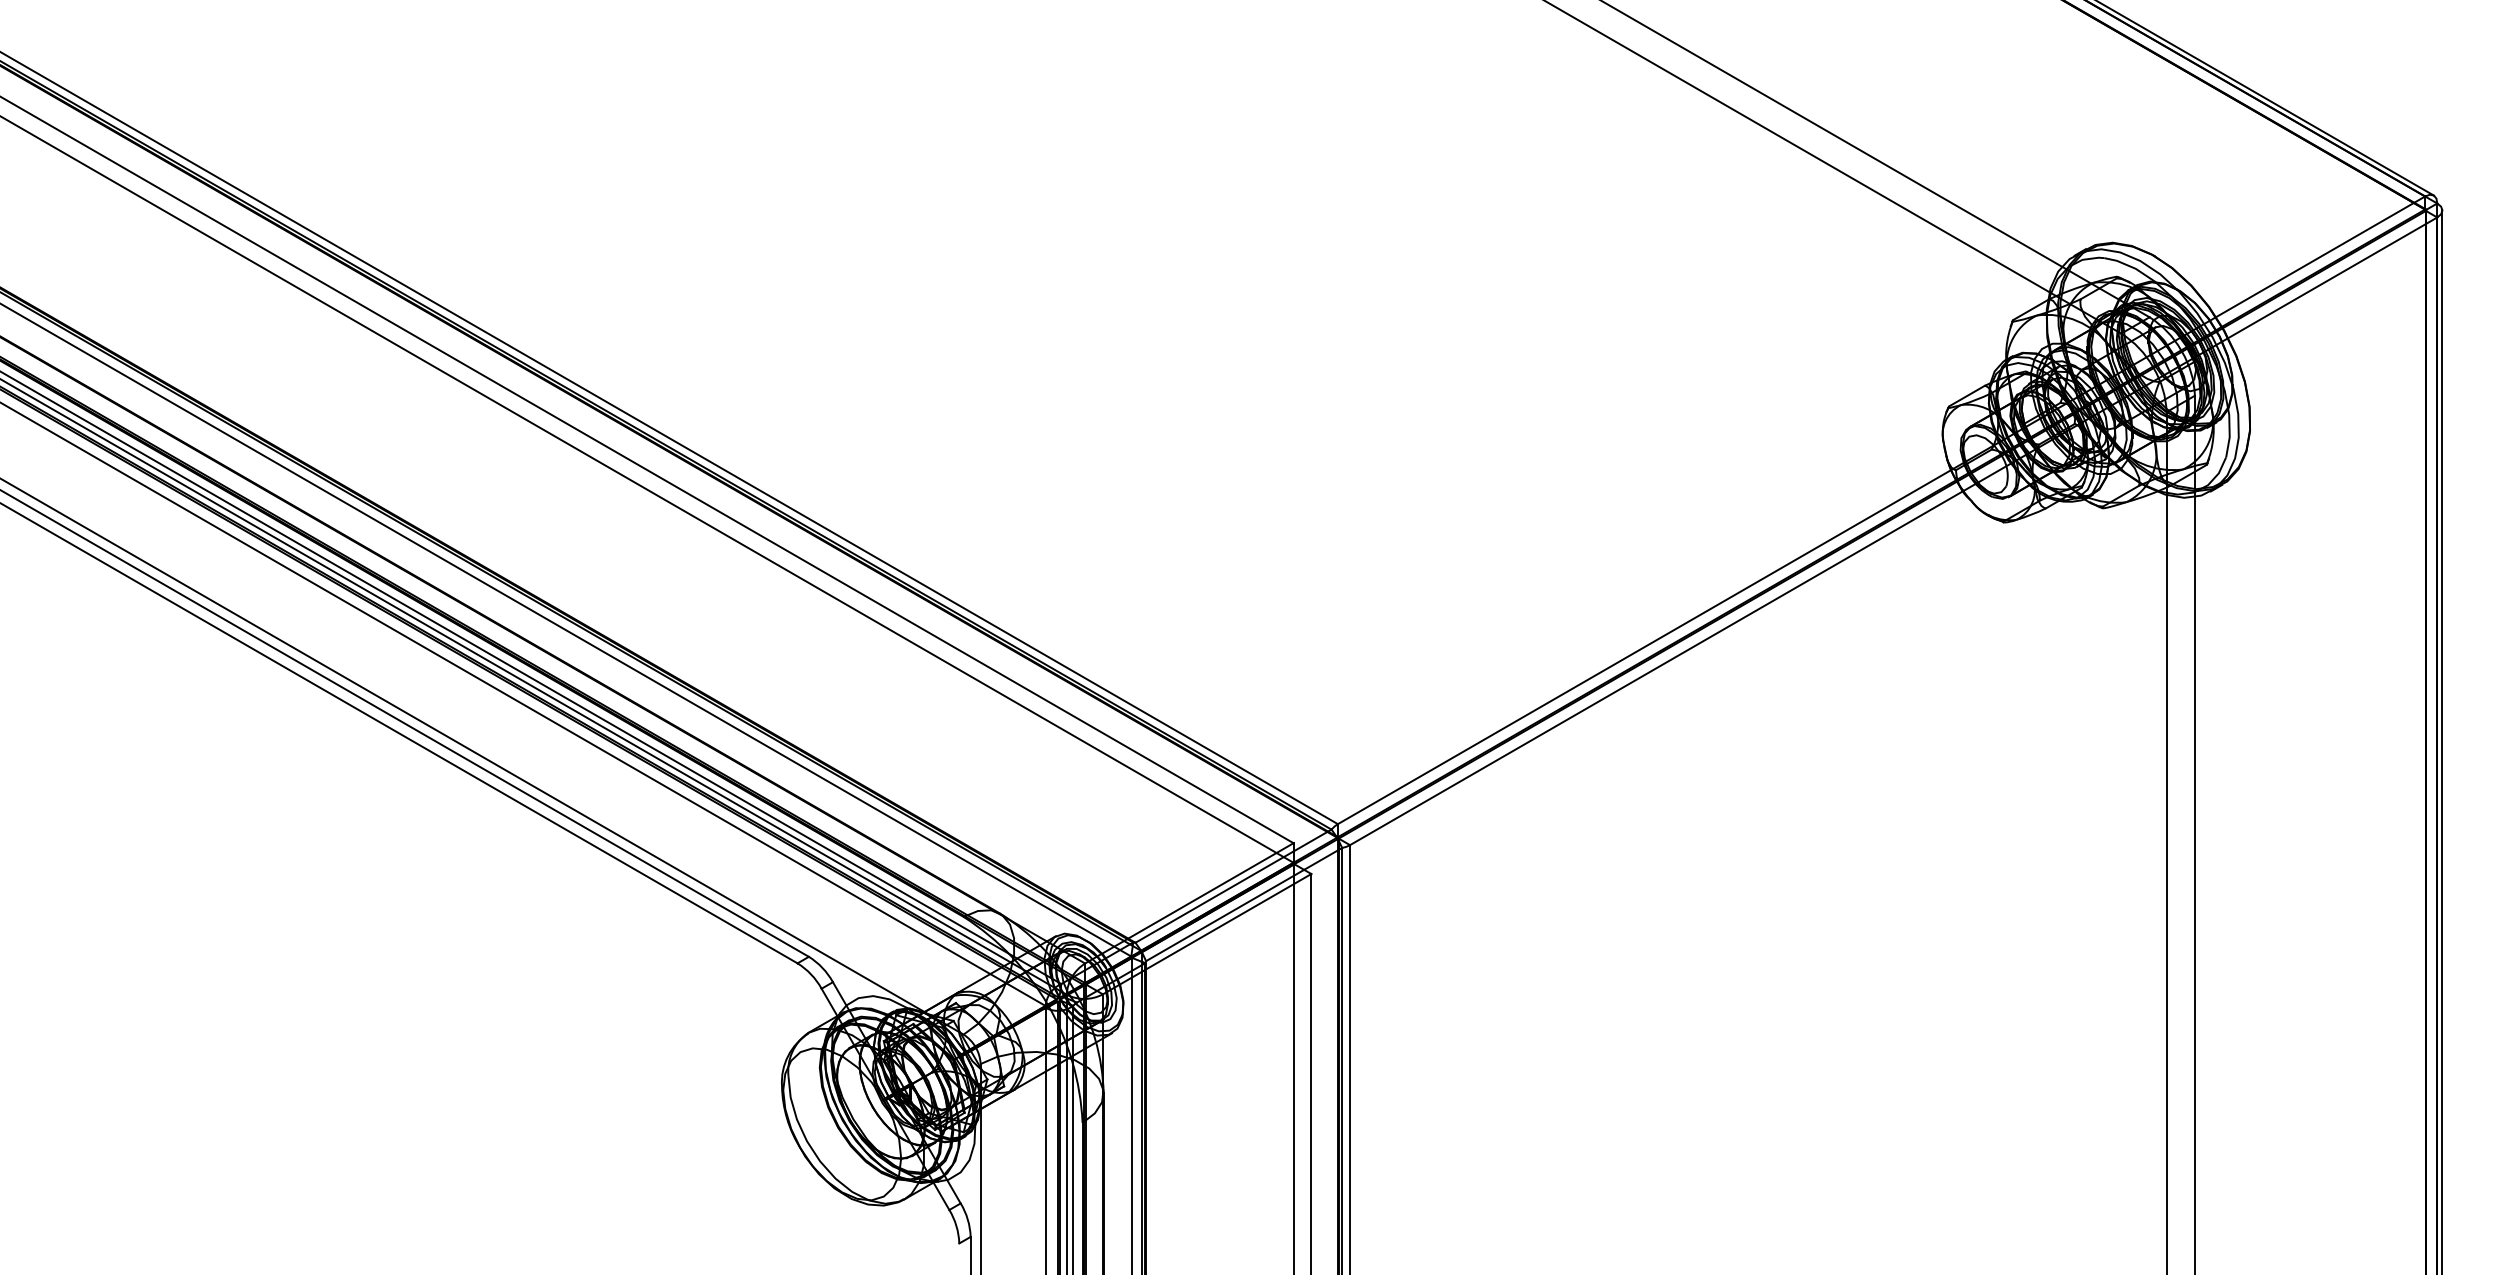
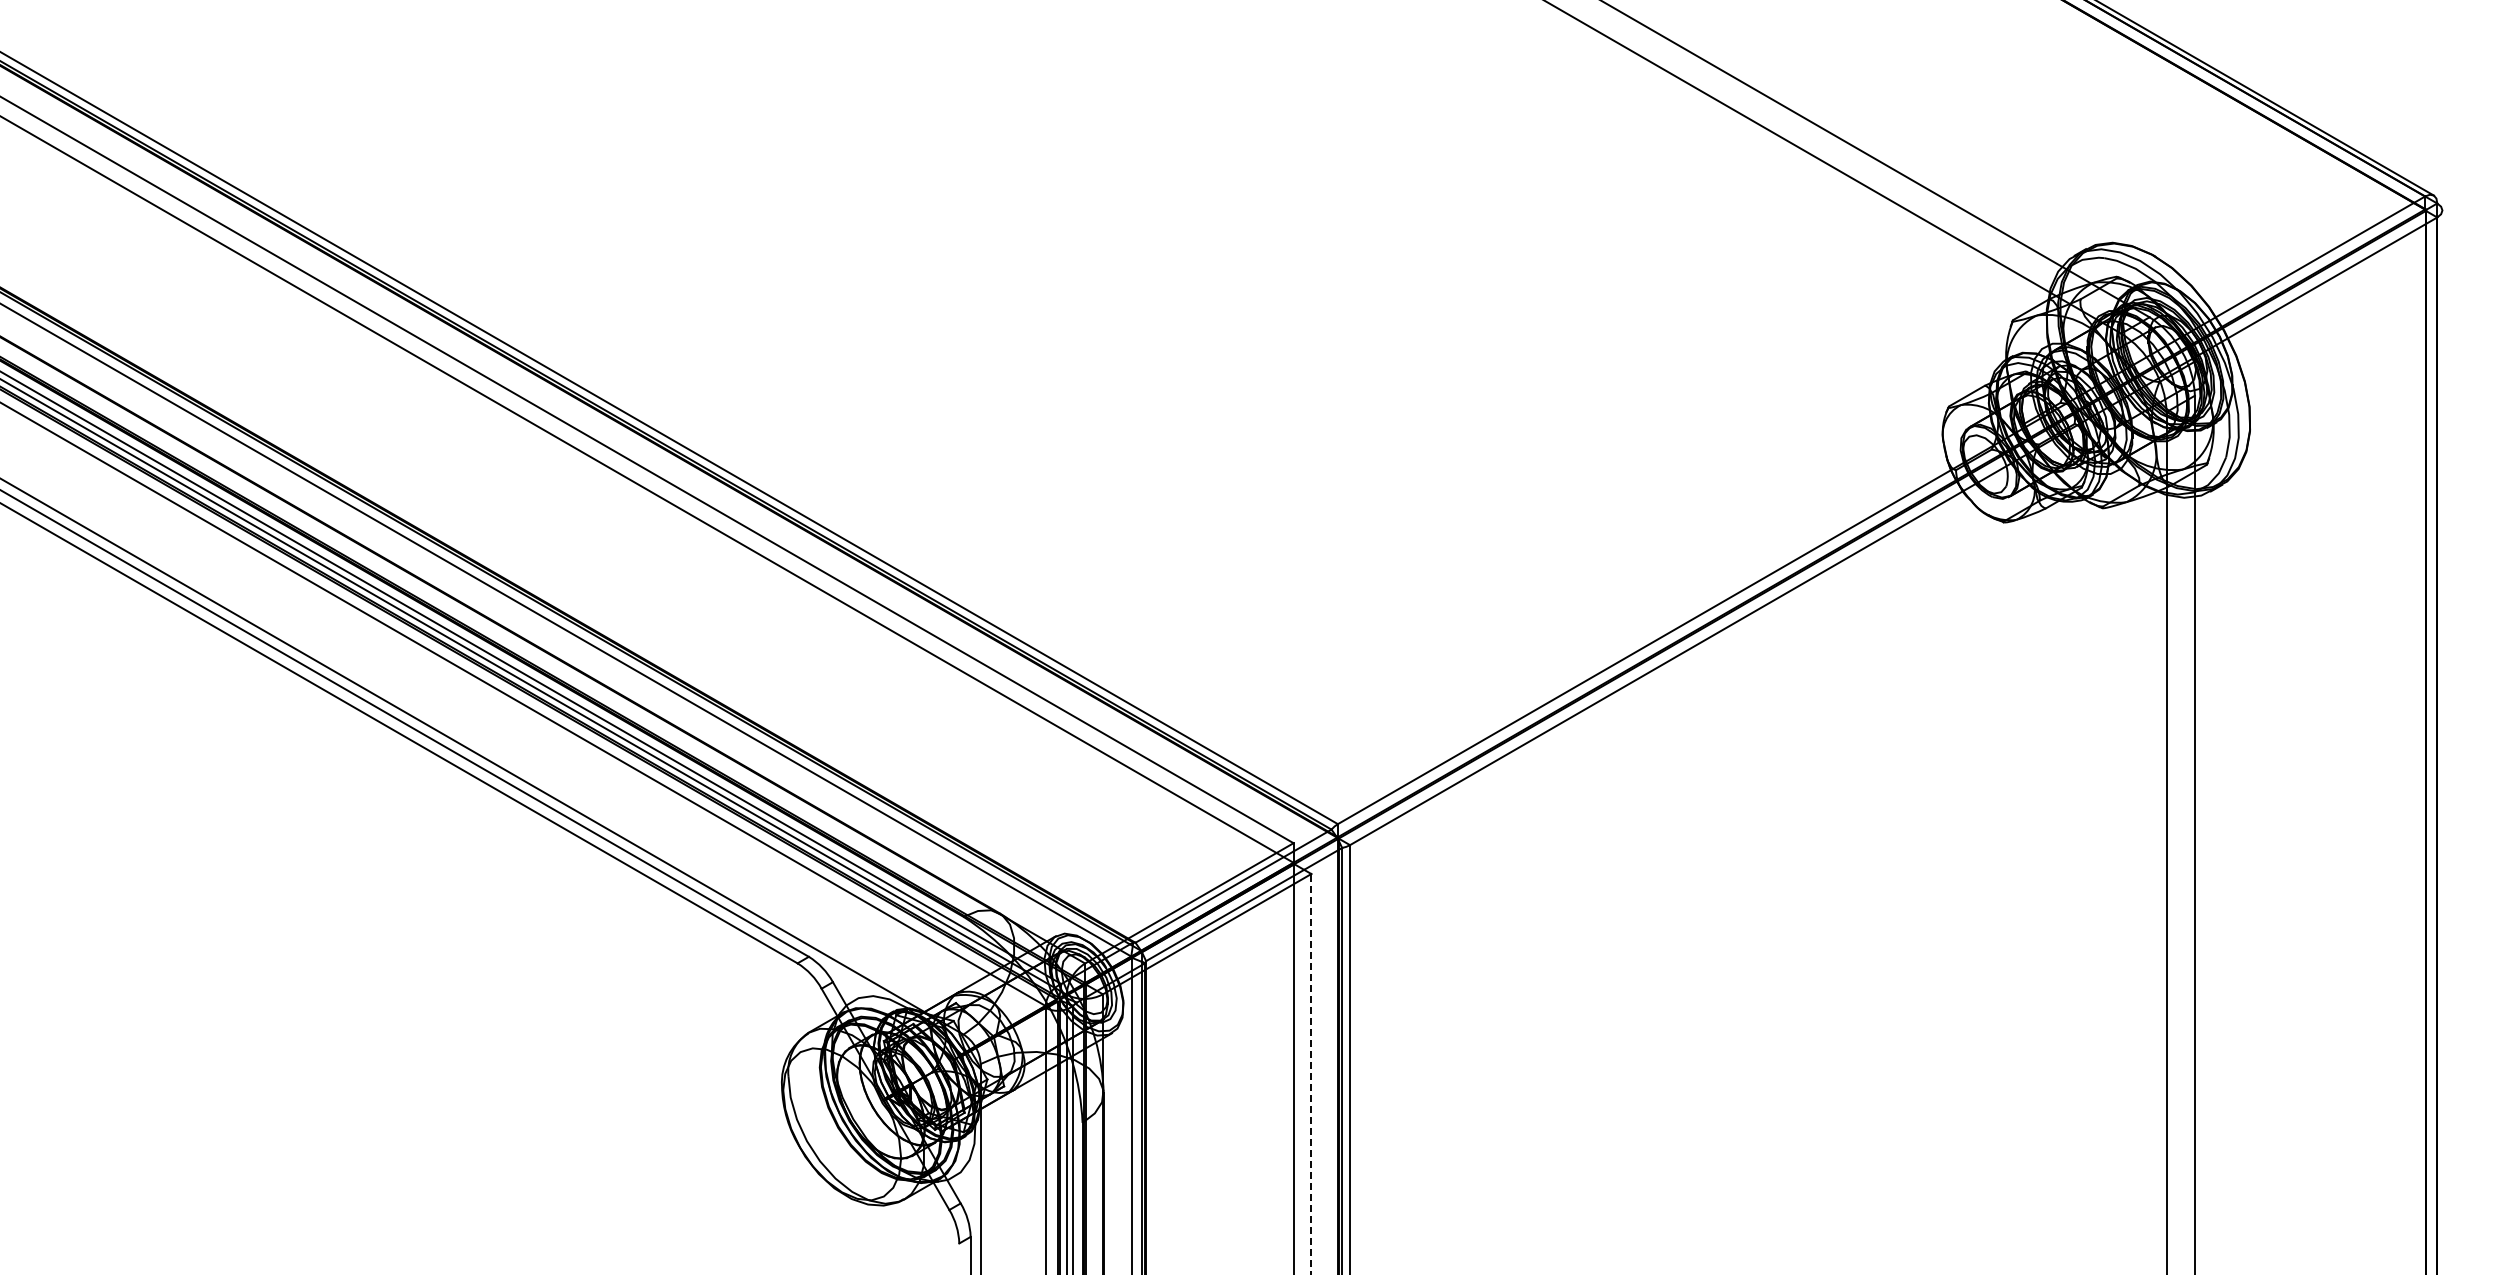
line at (2442, 740): present -> none
line at (1311, 1074): solid -> dashed
